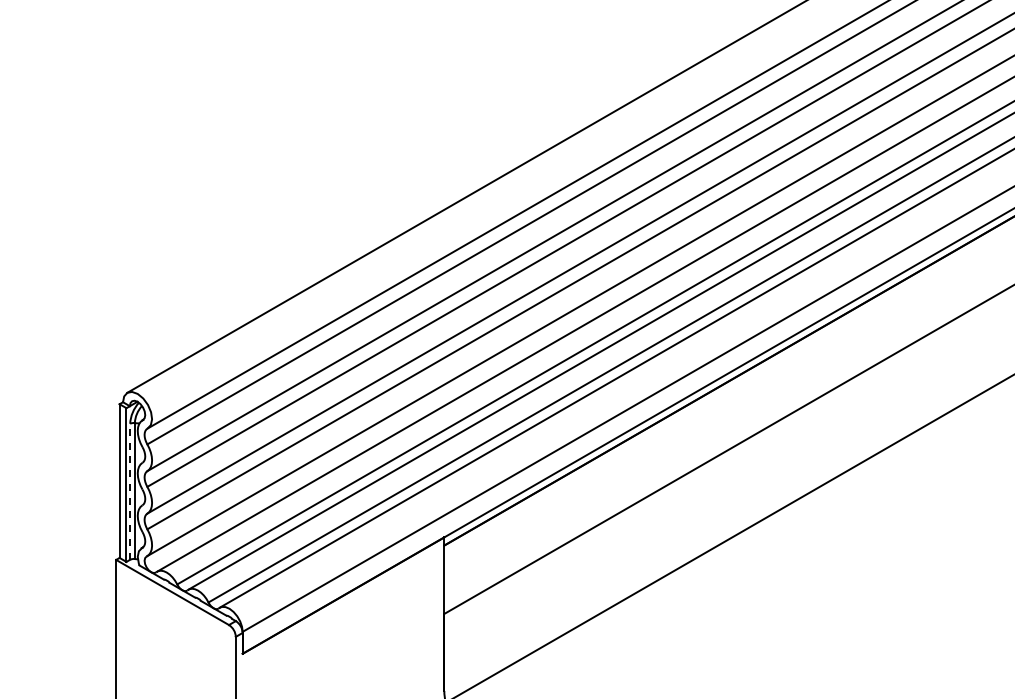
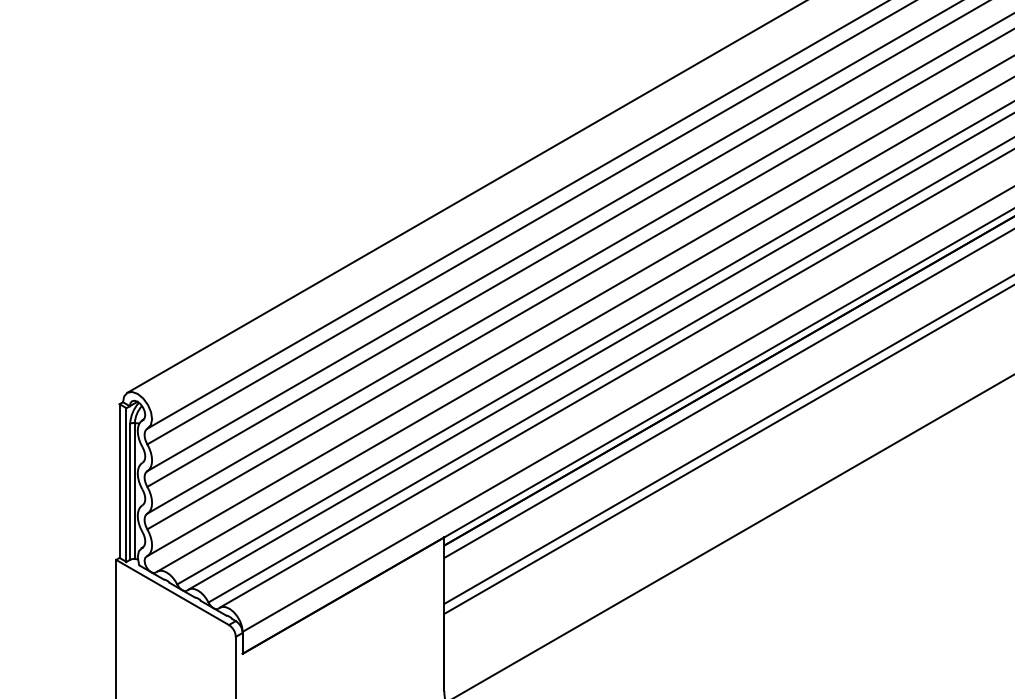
line at (727, 393): none -> present
line at (727, 439): none -> present
line at (130, 491): dashed -> solid
